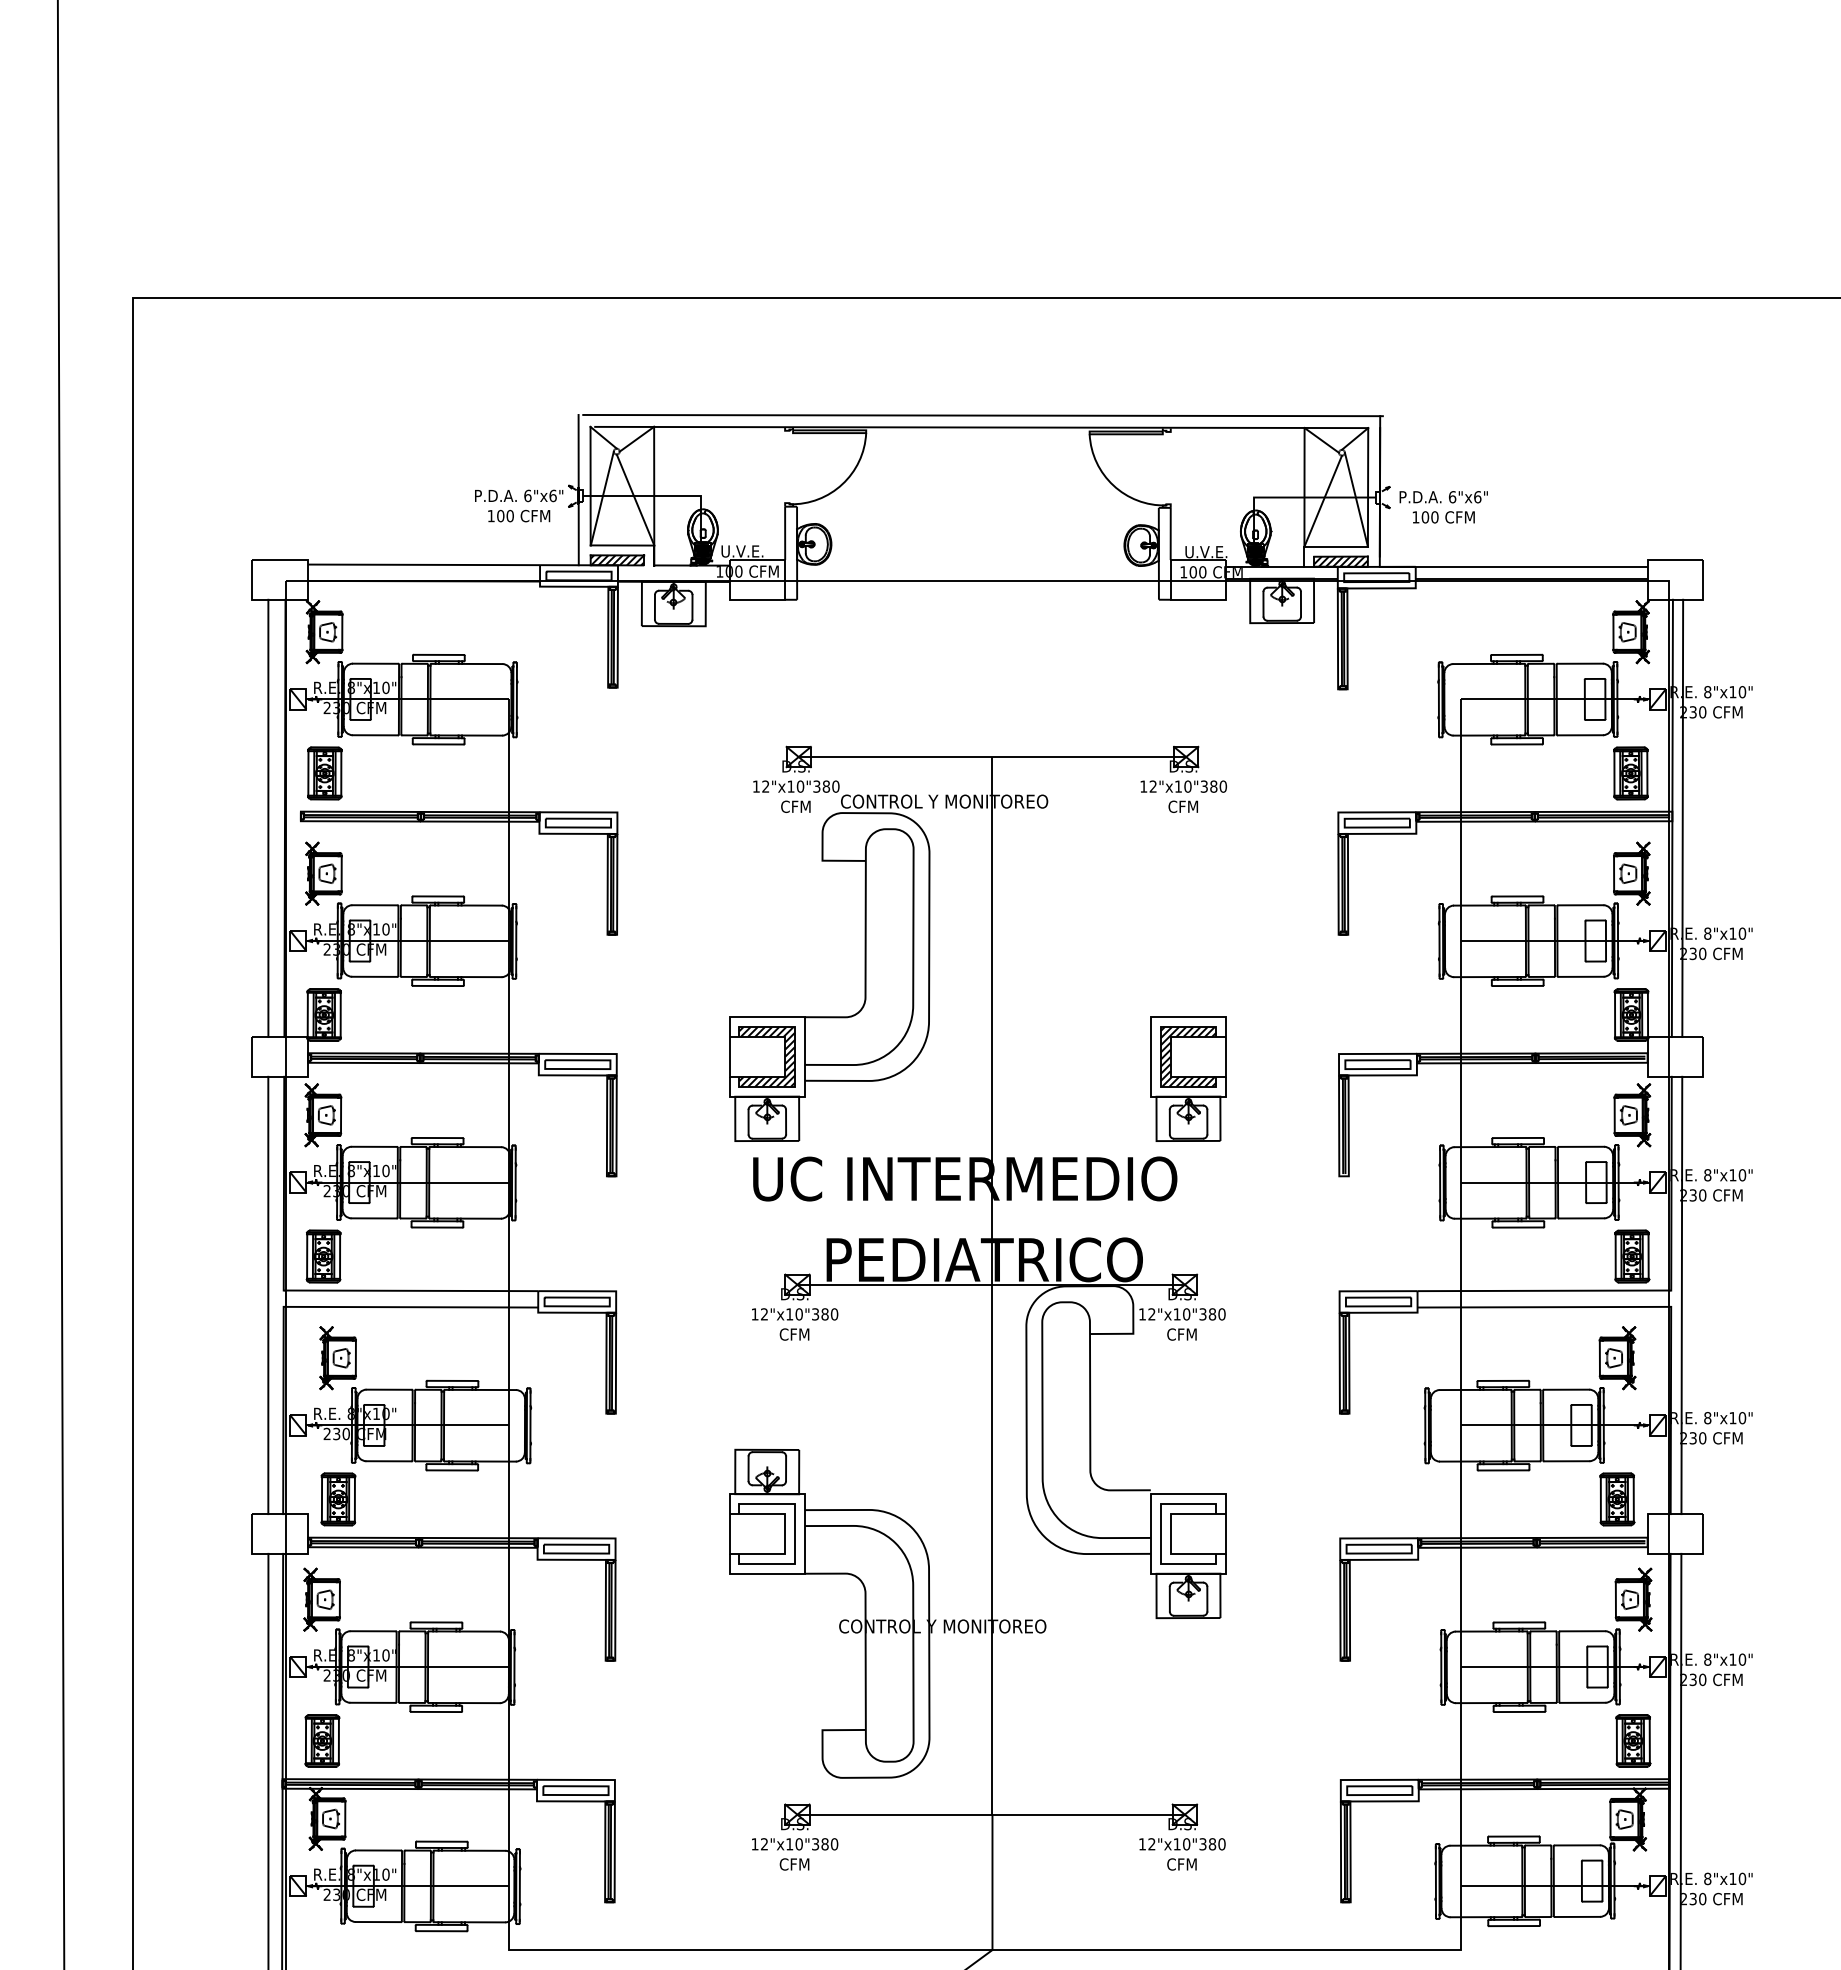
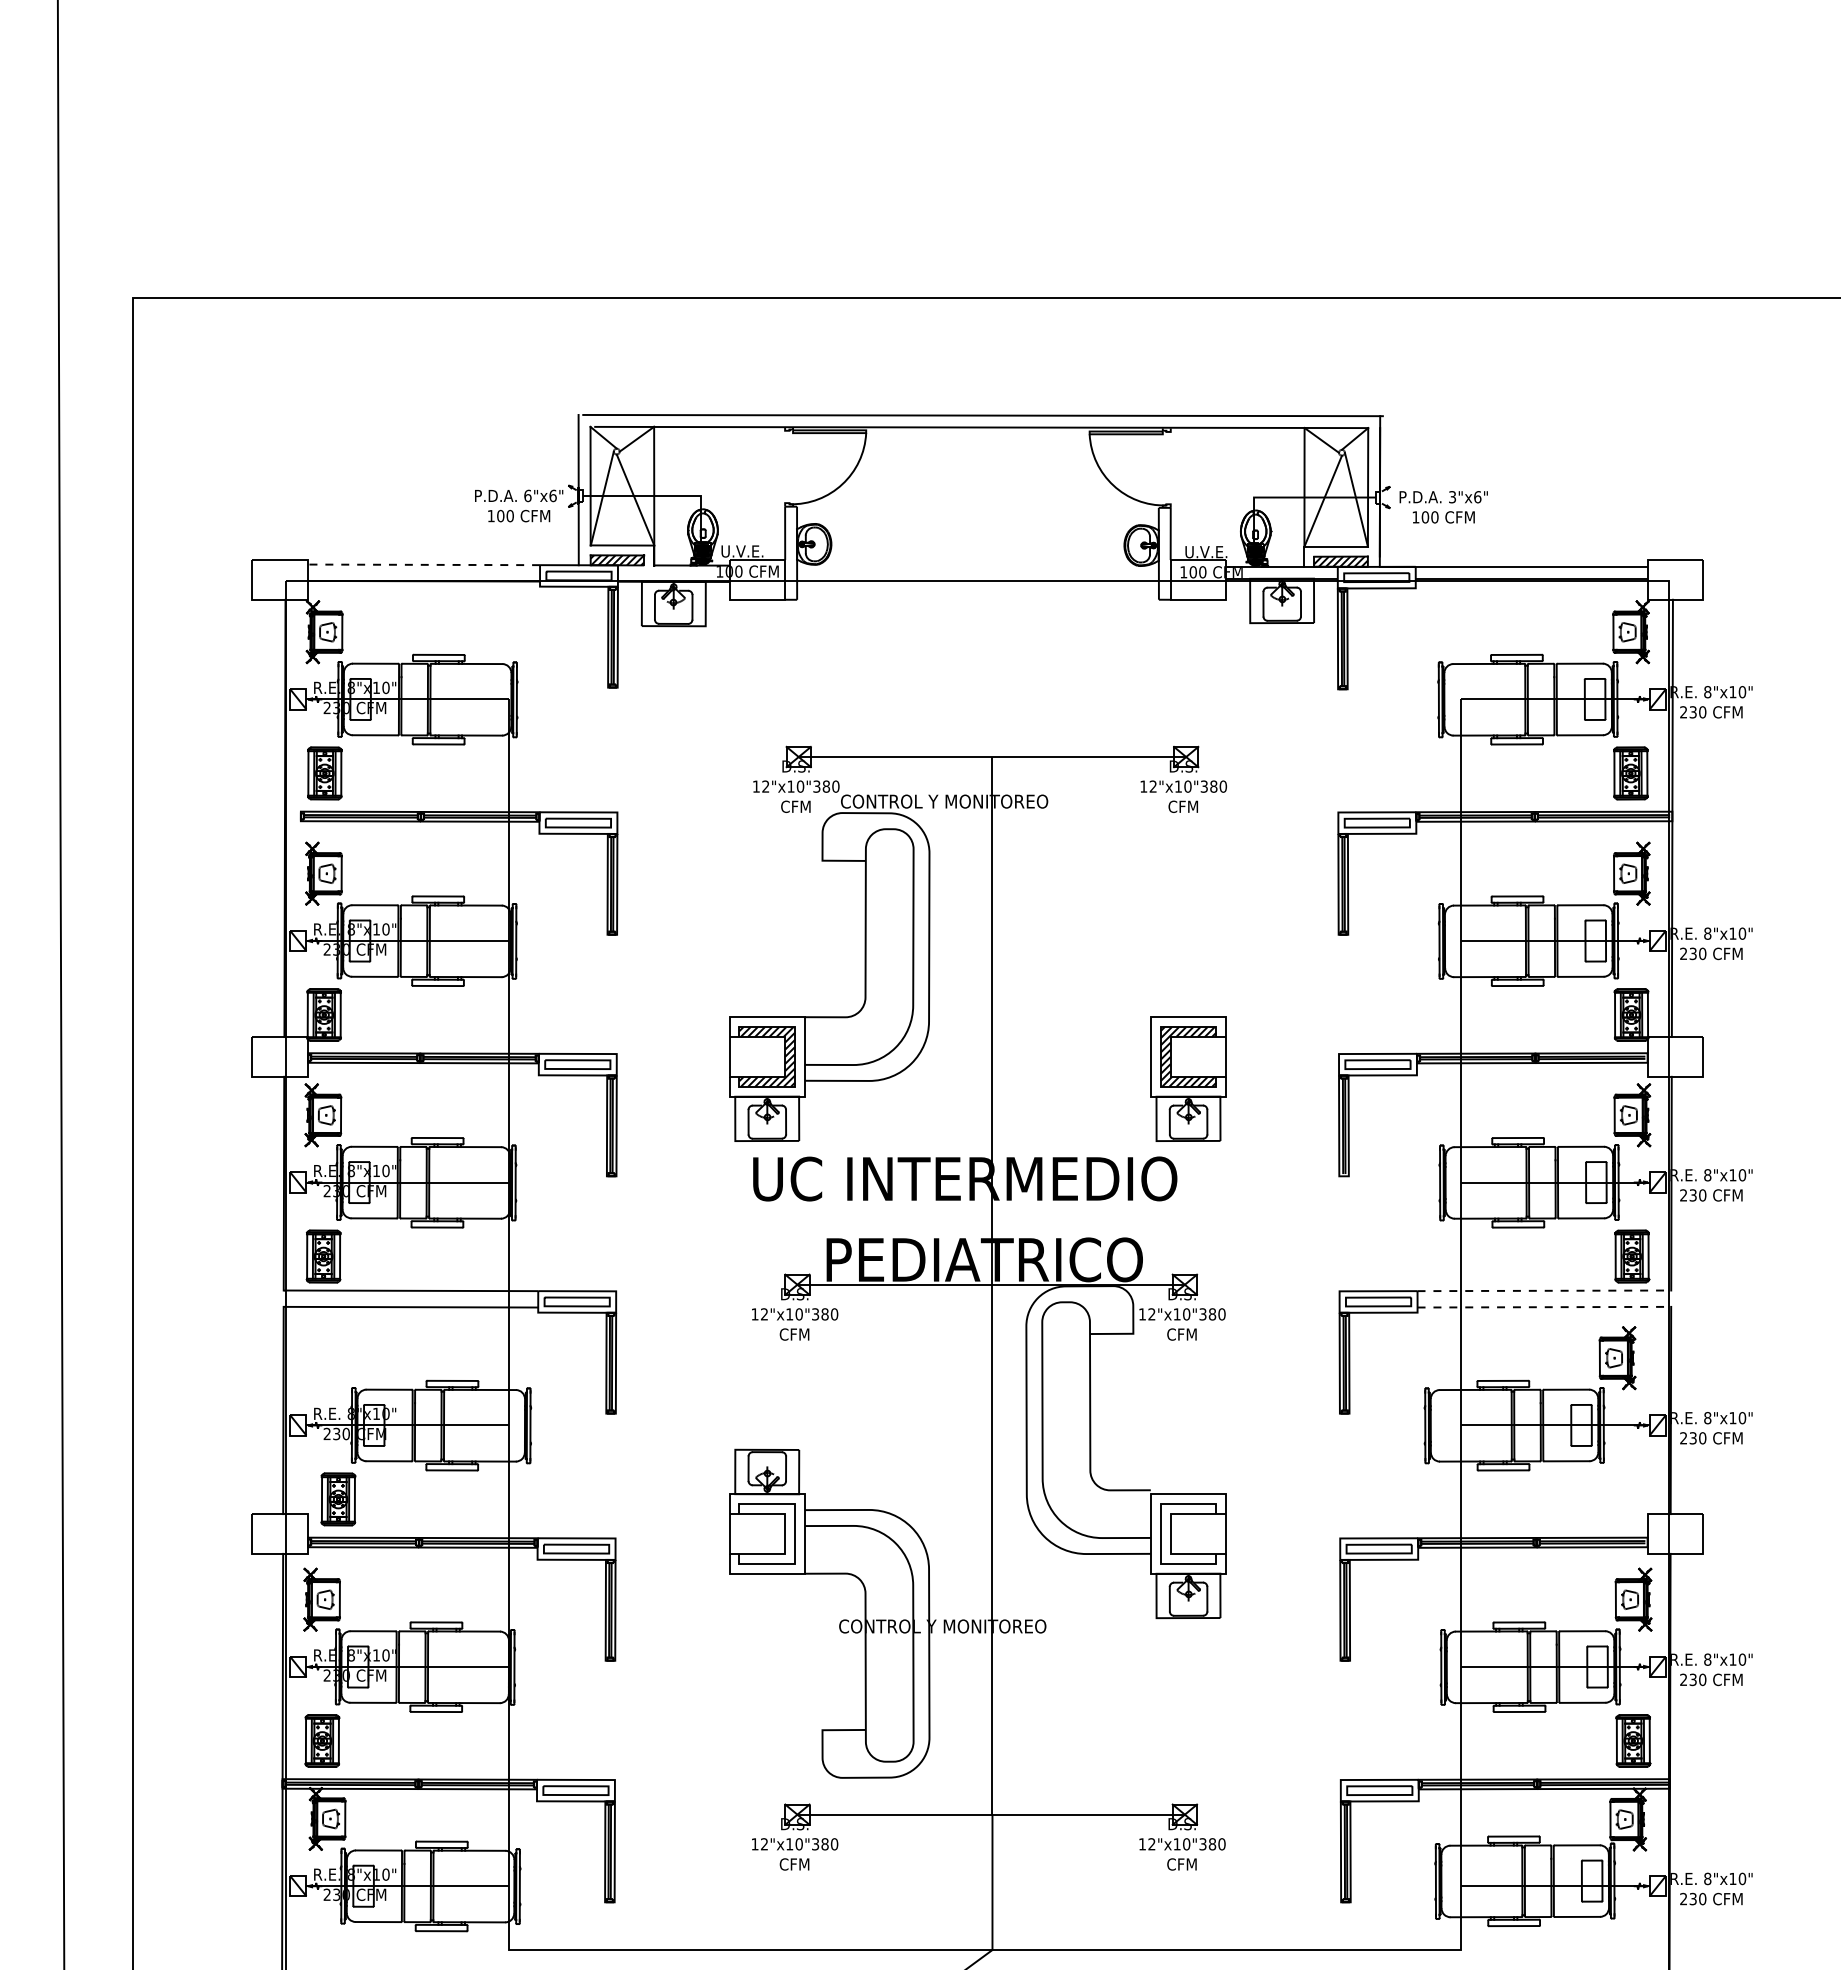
text at (1452, 497): 6"x6" -> 3"x6"
line at (424, 564): solid -> dashed
line at (268, 818): present -> none
line at (1682, 818): present -> none
line at (1544, 1290): solid -> dashed
line at (268, 1295): present -> none
line at (1681, 1295): present -> none
line at (1544, 1307): solid -> dashed
part at (337, 1358): present -> none
part at (1617, 1499): present -> none
line at (268, 1759): present -> none
line at (1680, 1759): present -> none
